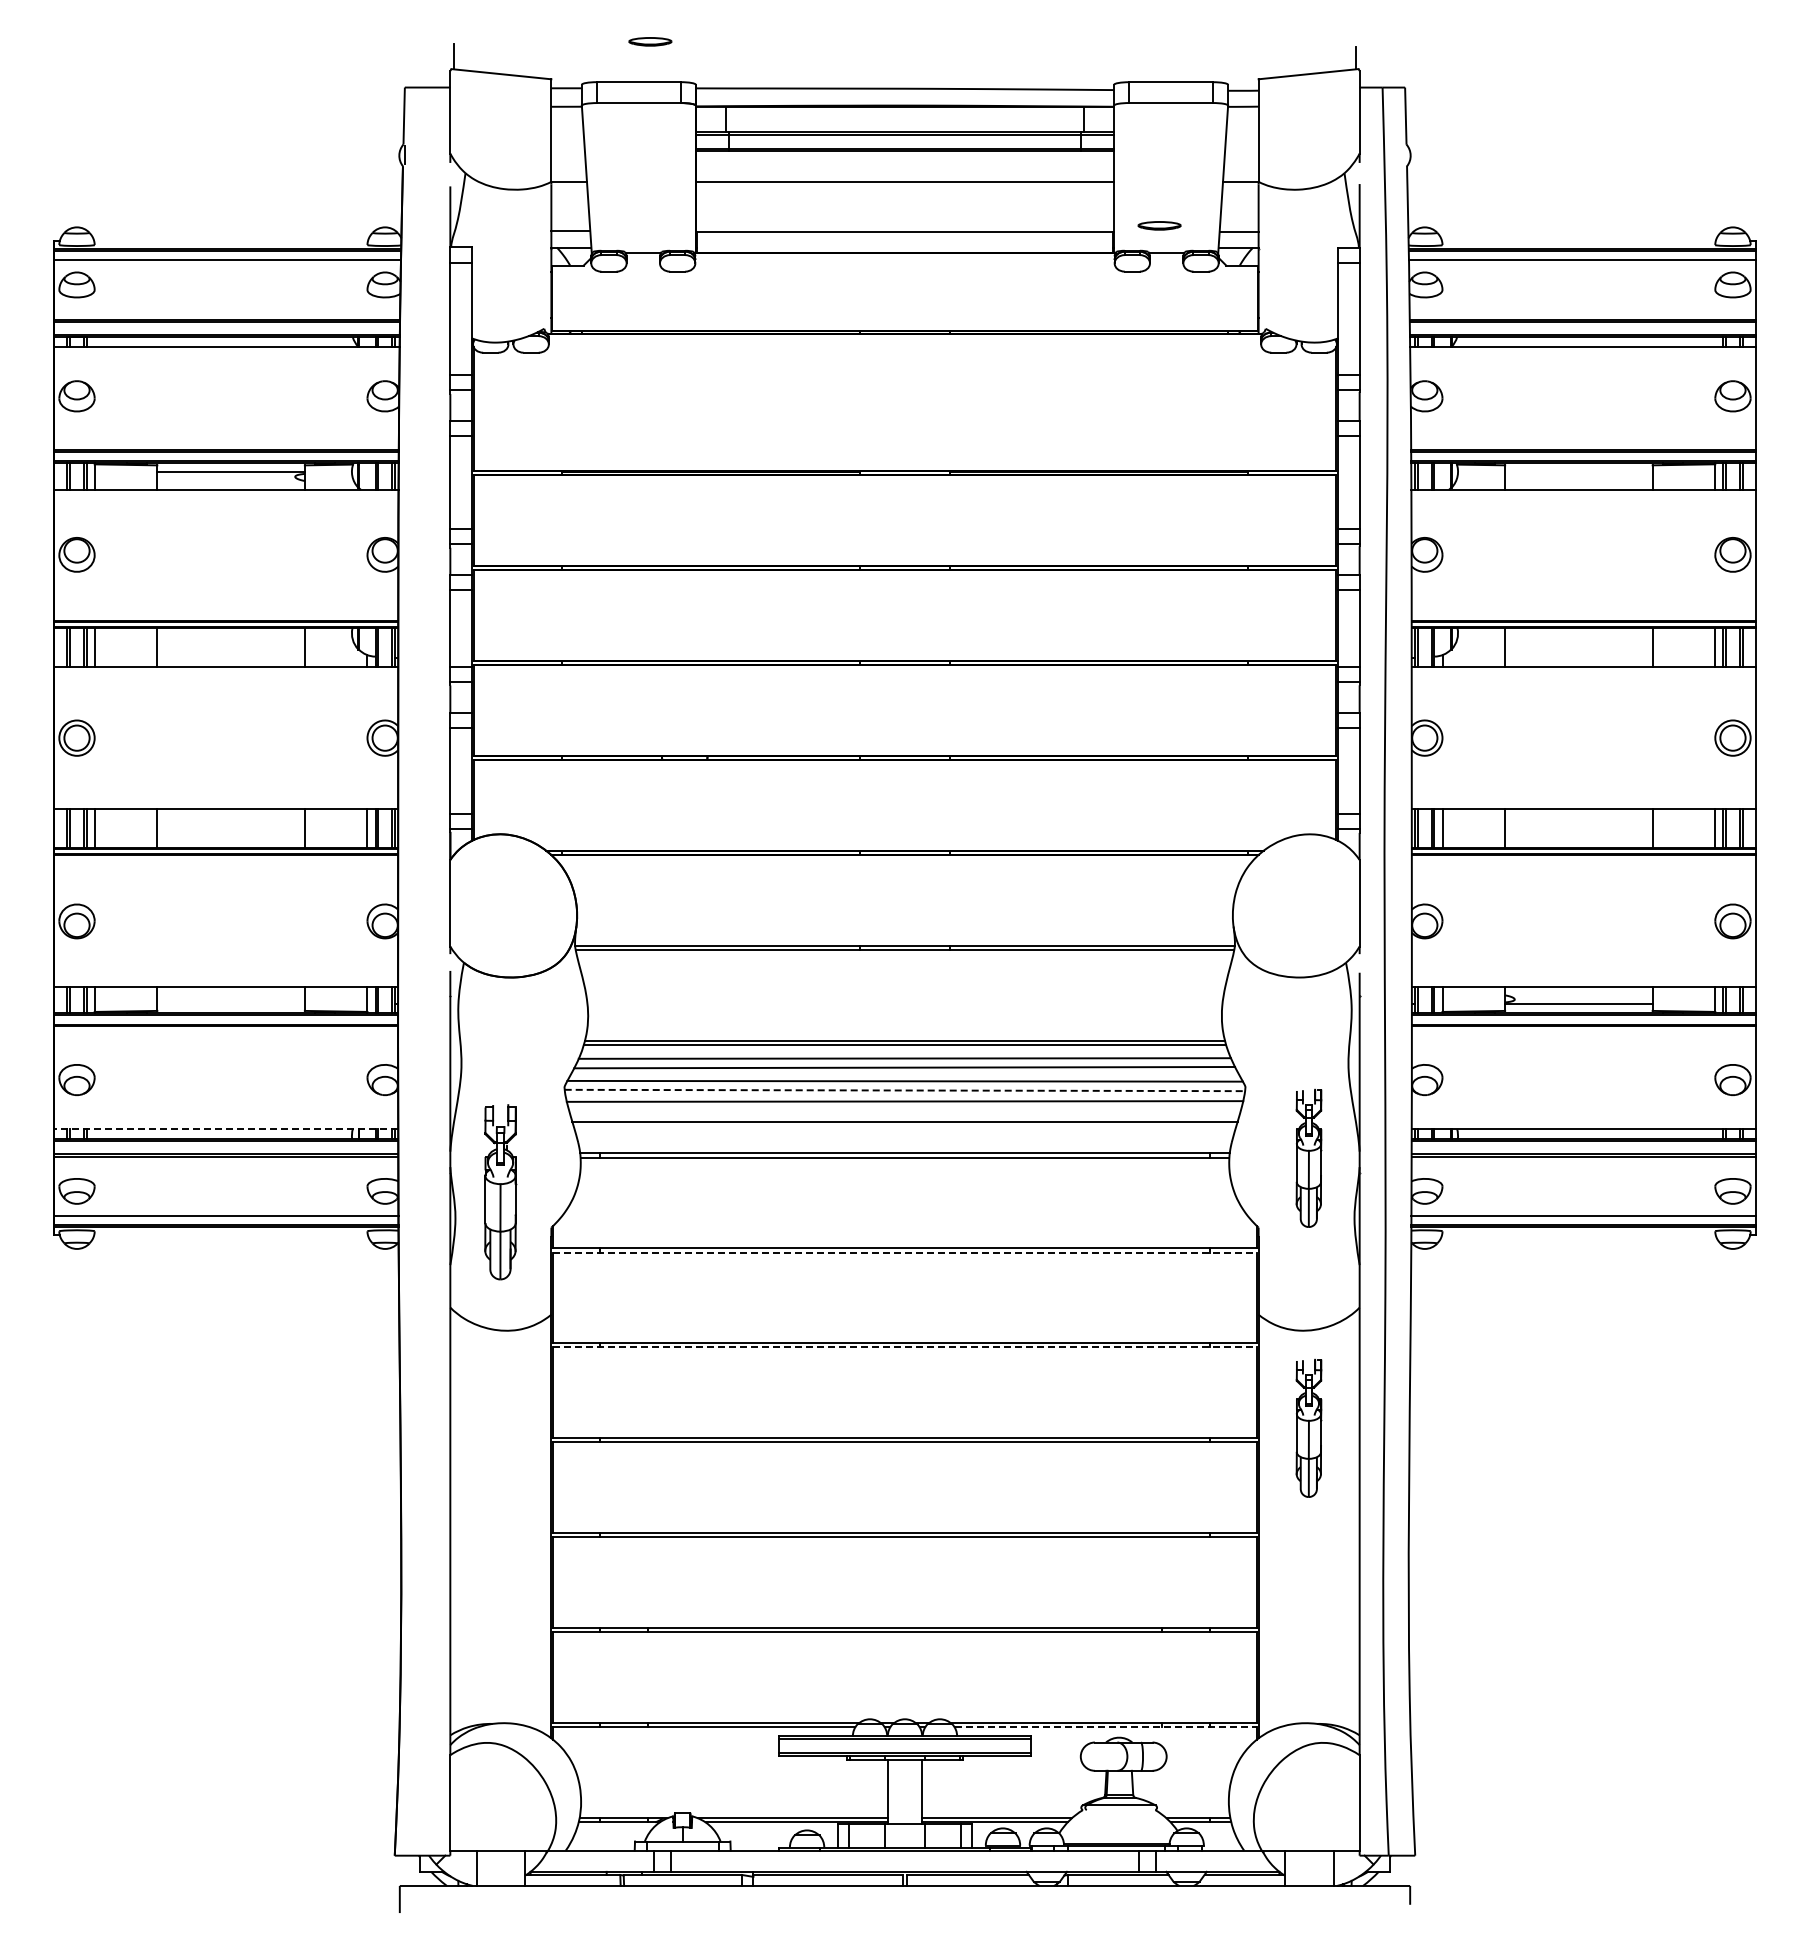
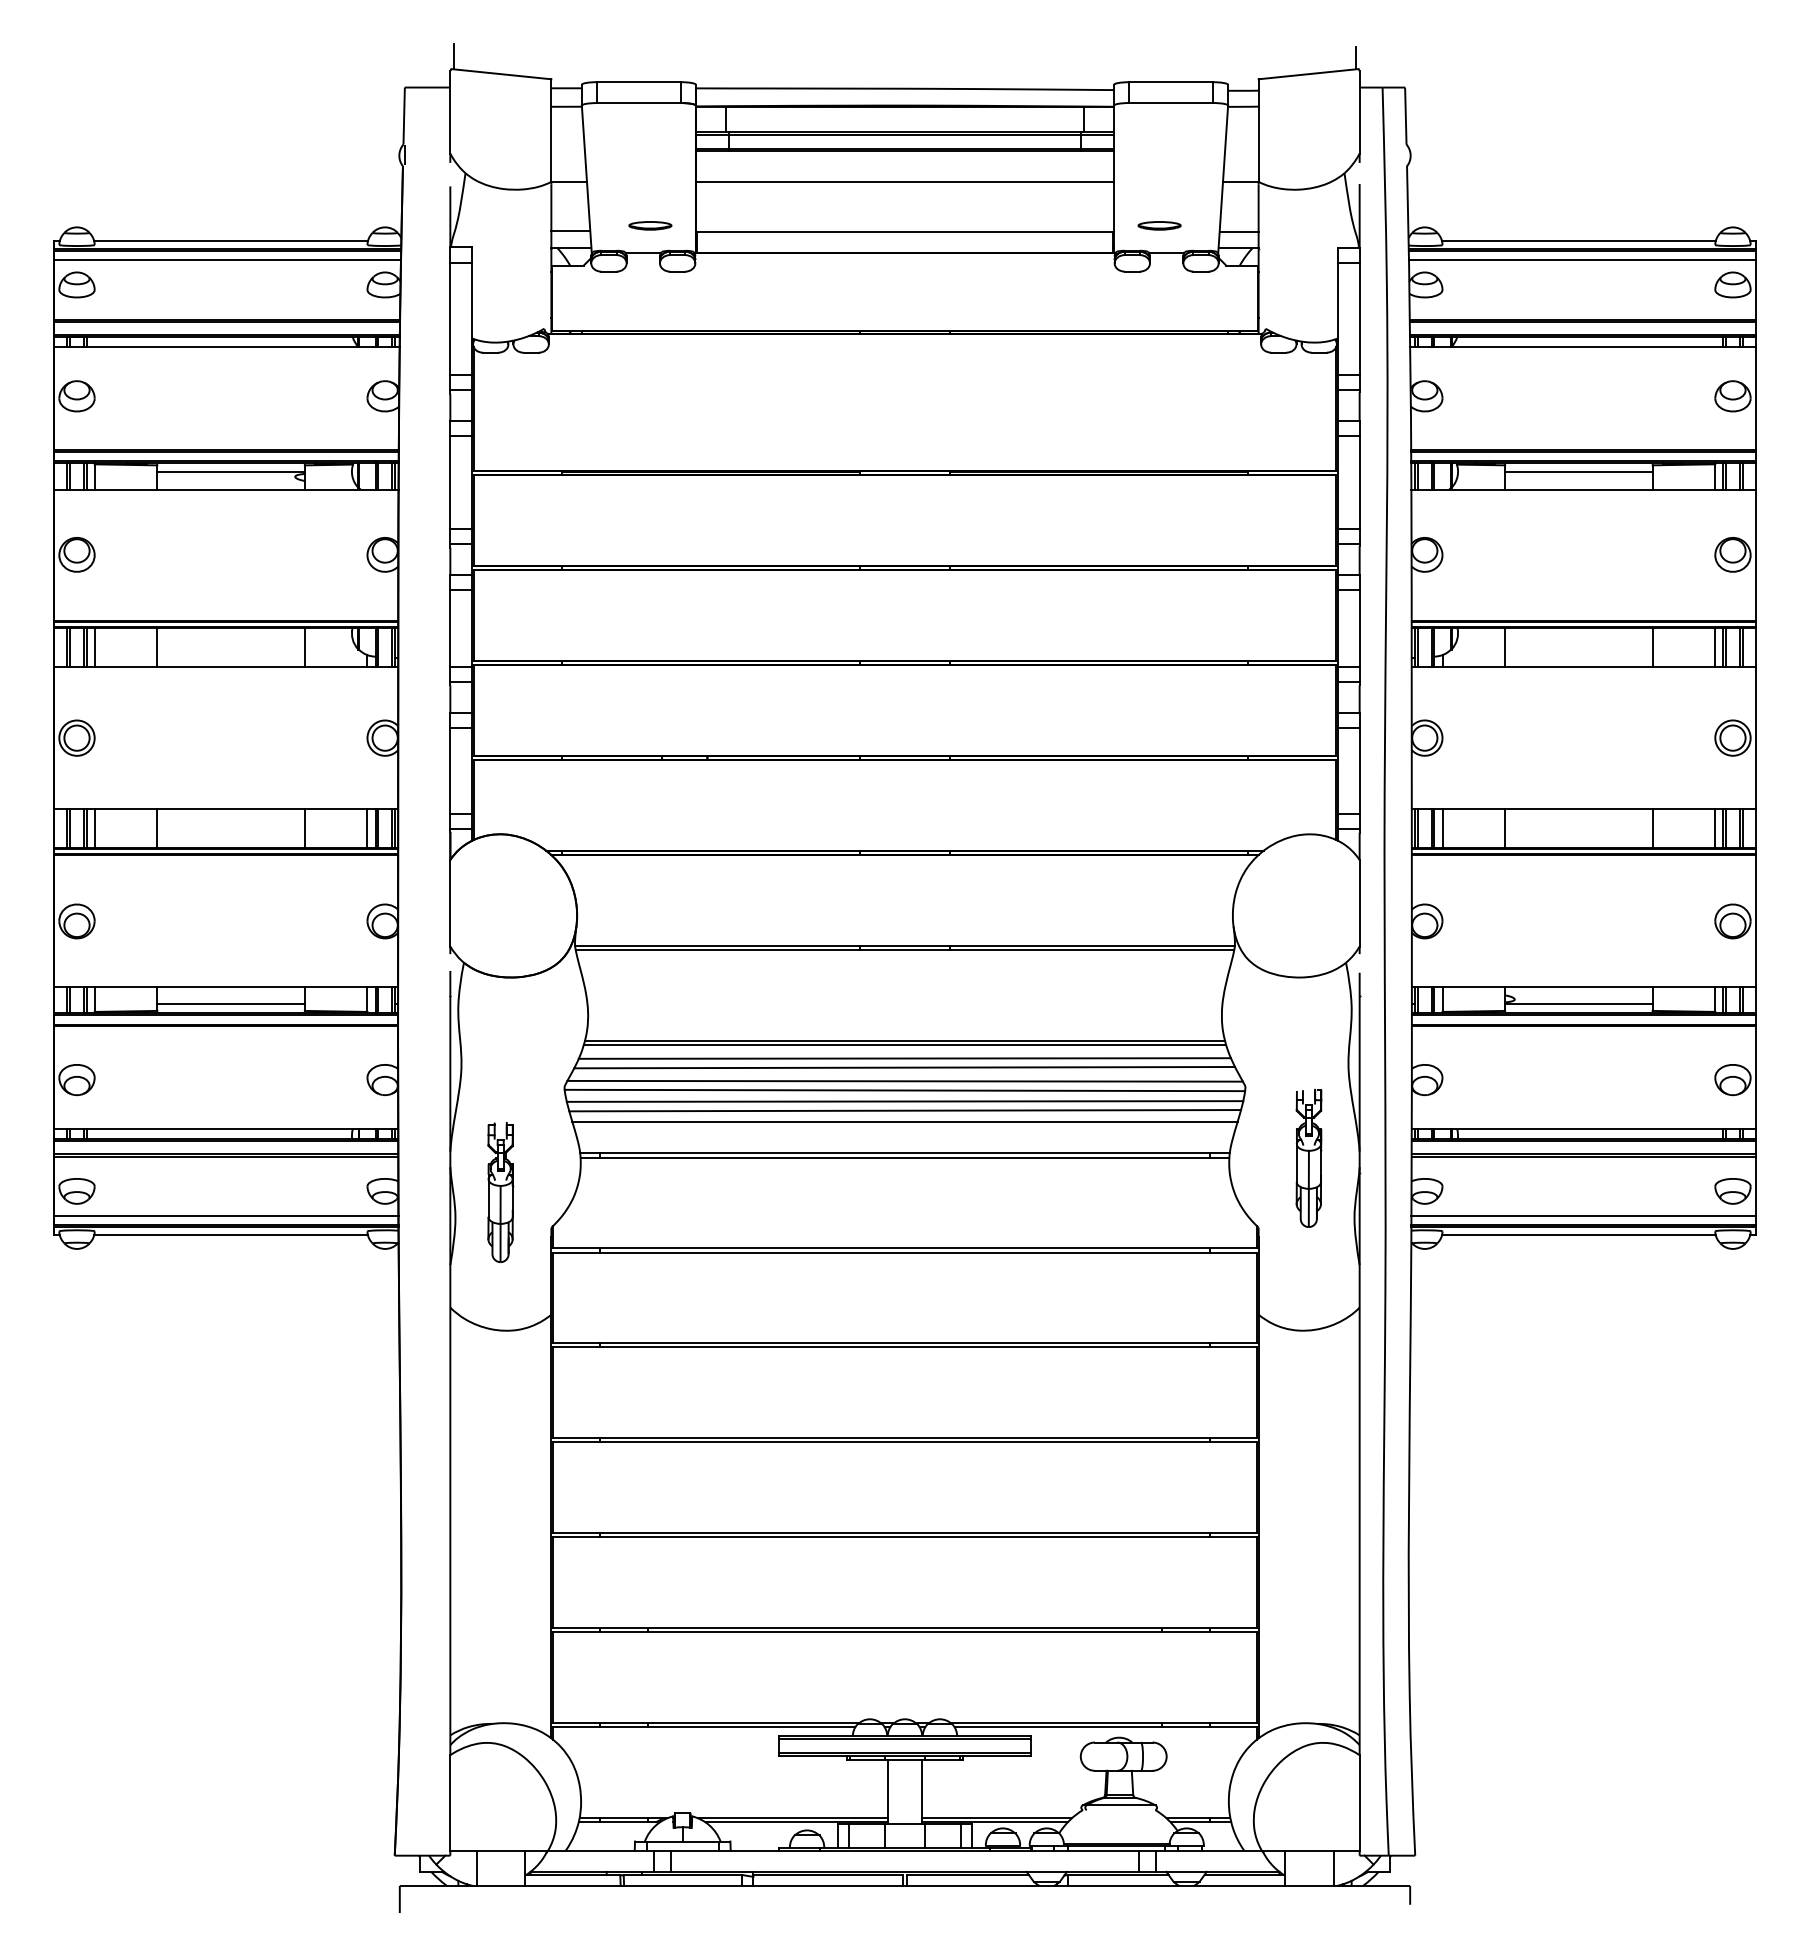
part at (650, 41) position: (650, 41) -> (650, 225)
line at (230, 241): none -> present
line at (1578, 241): none -> present
line at (1578, 471): none -> present
line at (230, 1004): none -> present
line at (905, 1090): dashed -> solid
line at (905, 1110): none -> present
line at (226, 1129): dashed -> solid
part at (500, 1192) size: 34x177 px -> 28x142 px
line at (230, 1235): none -> present
line at (1578, 1235): none -> present
line at (904, 1252): dashed -> solid
line at (904, 1347): dashed -> solid
part at (1308, 1427): present -> none
line at (1105, 1727): dashed -> solid
